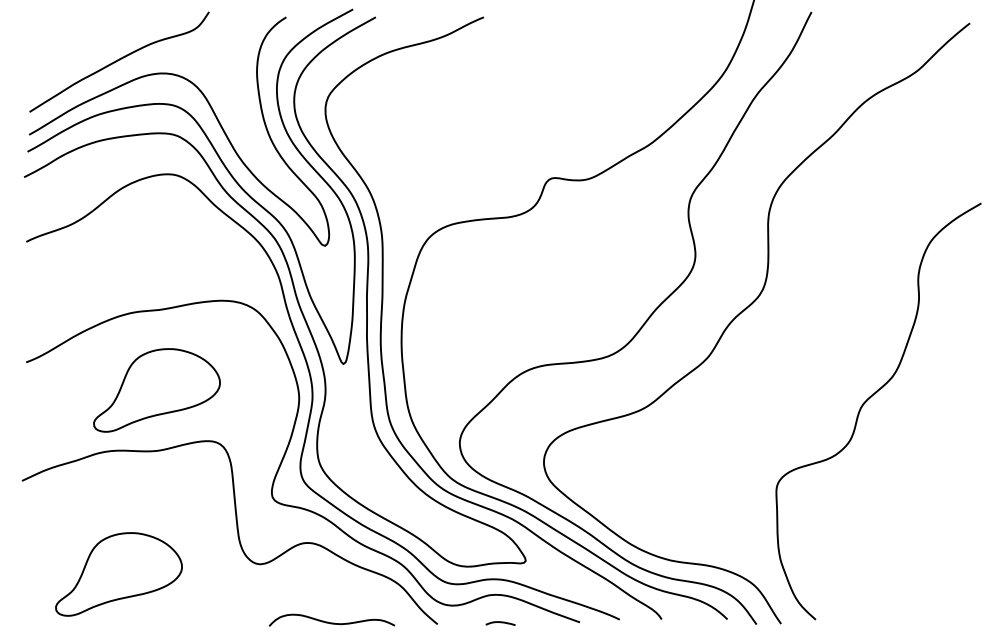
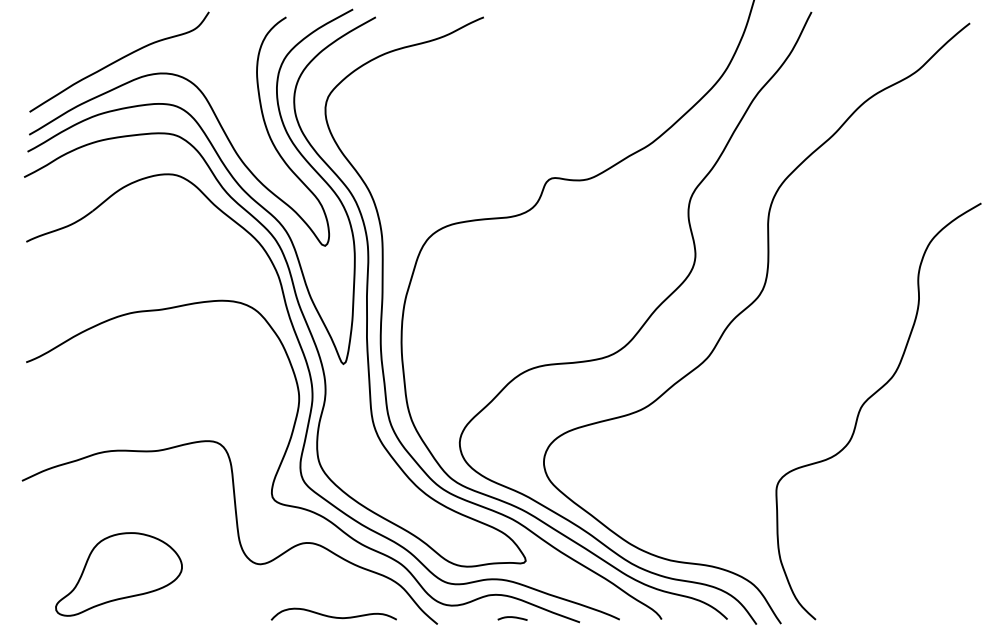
part at (156, 390): present -> none
curve at (331, 622) position: (331, 622) -> (333, 616)
curve at (500, 623) position: (500, 623) -> (512, 618)
